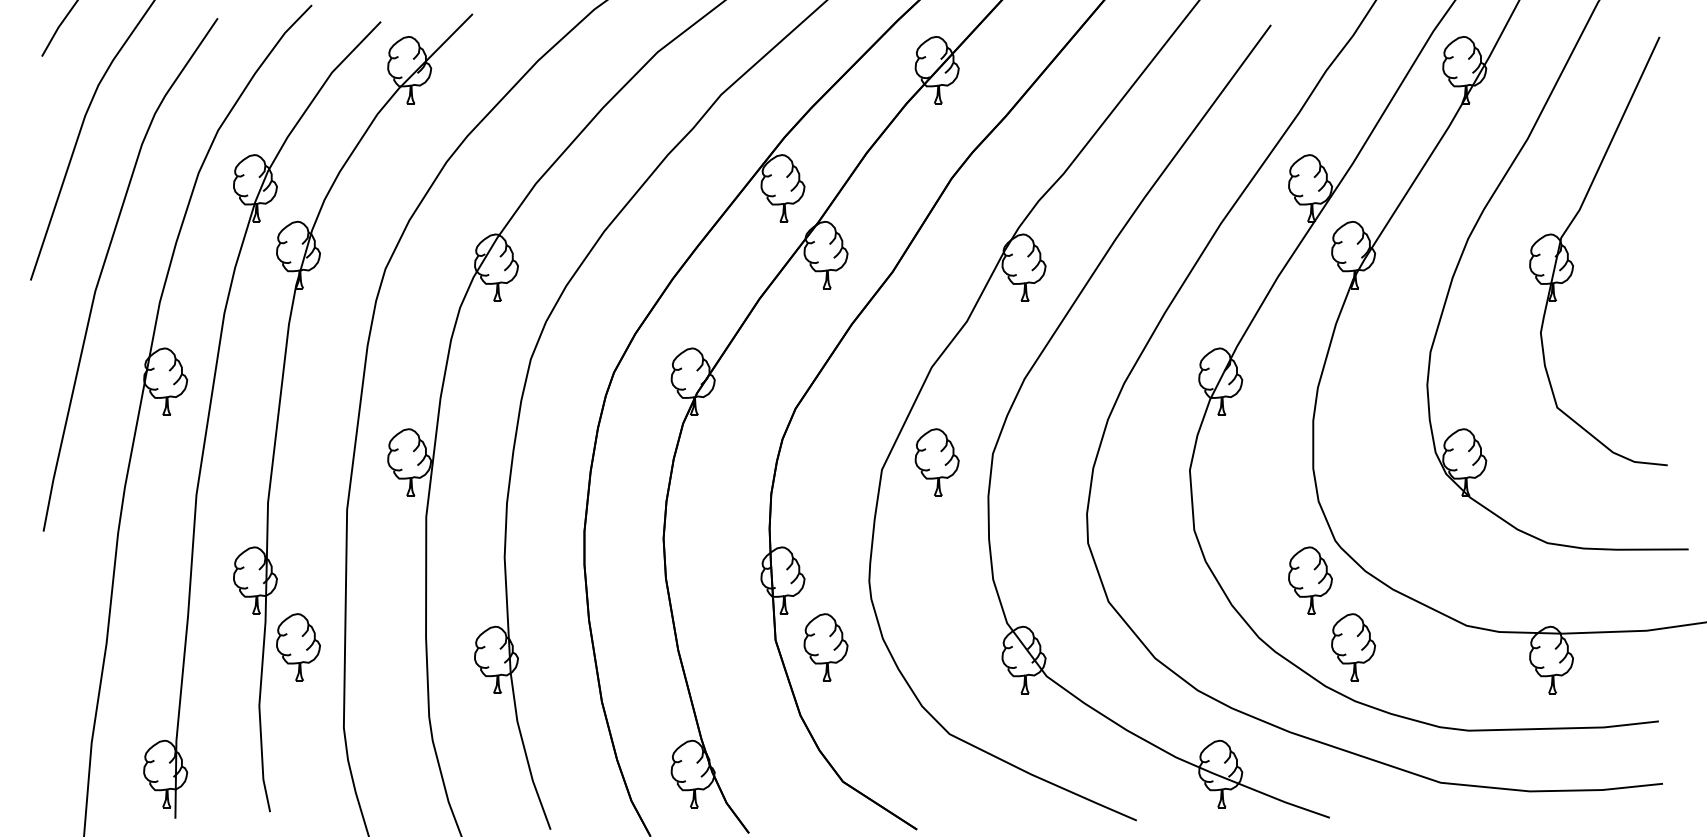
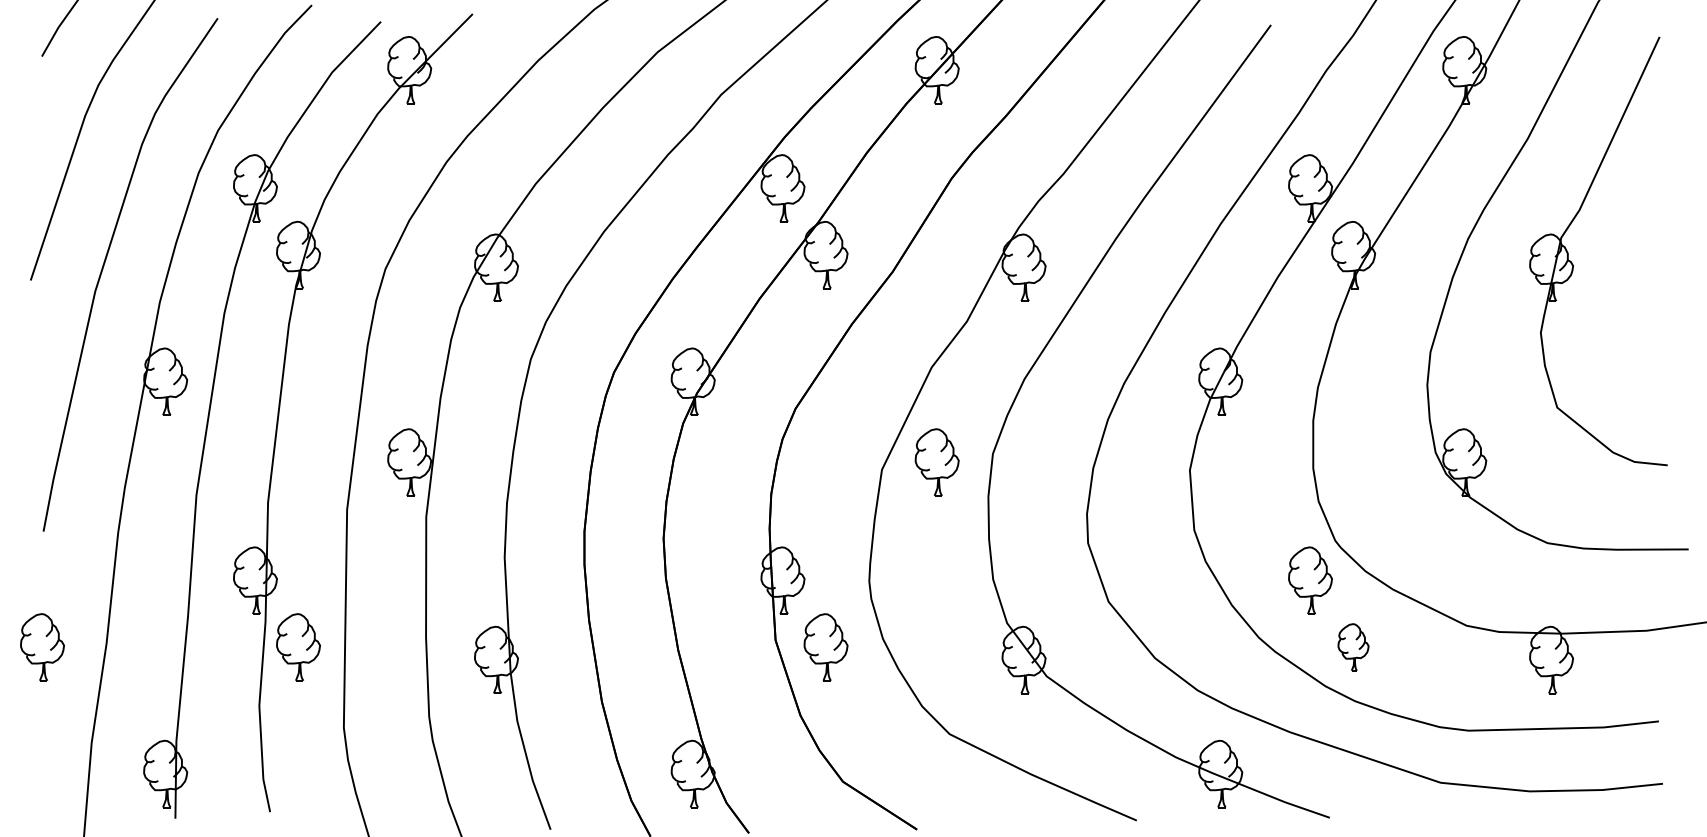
part at (42, 647): none -> present
part at (1353, 647) size: 45x69 px -> 33x49 px
